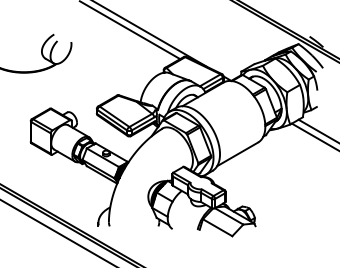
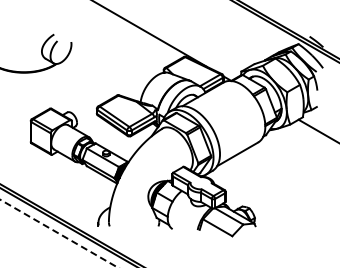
line at (130, 30): present -> none
line at (313, 136): present -> none
line at (59, 233): solid -> dashed
